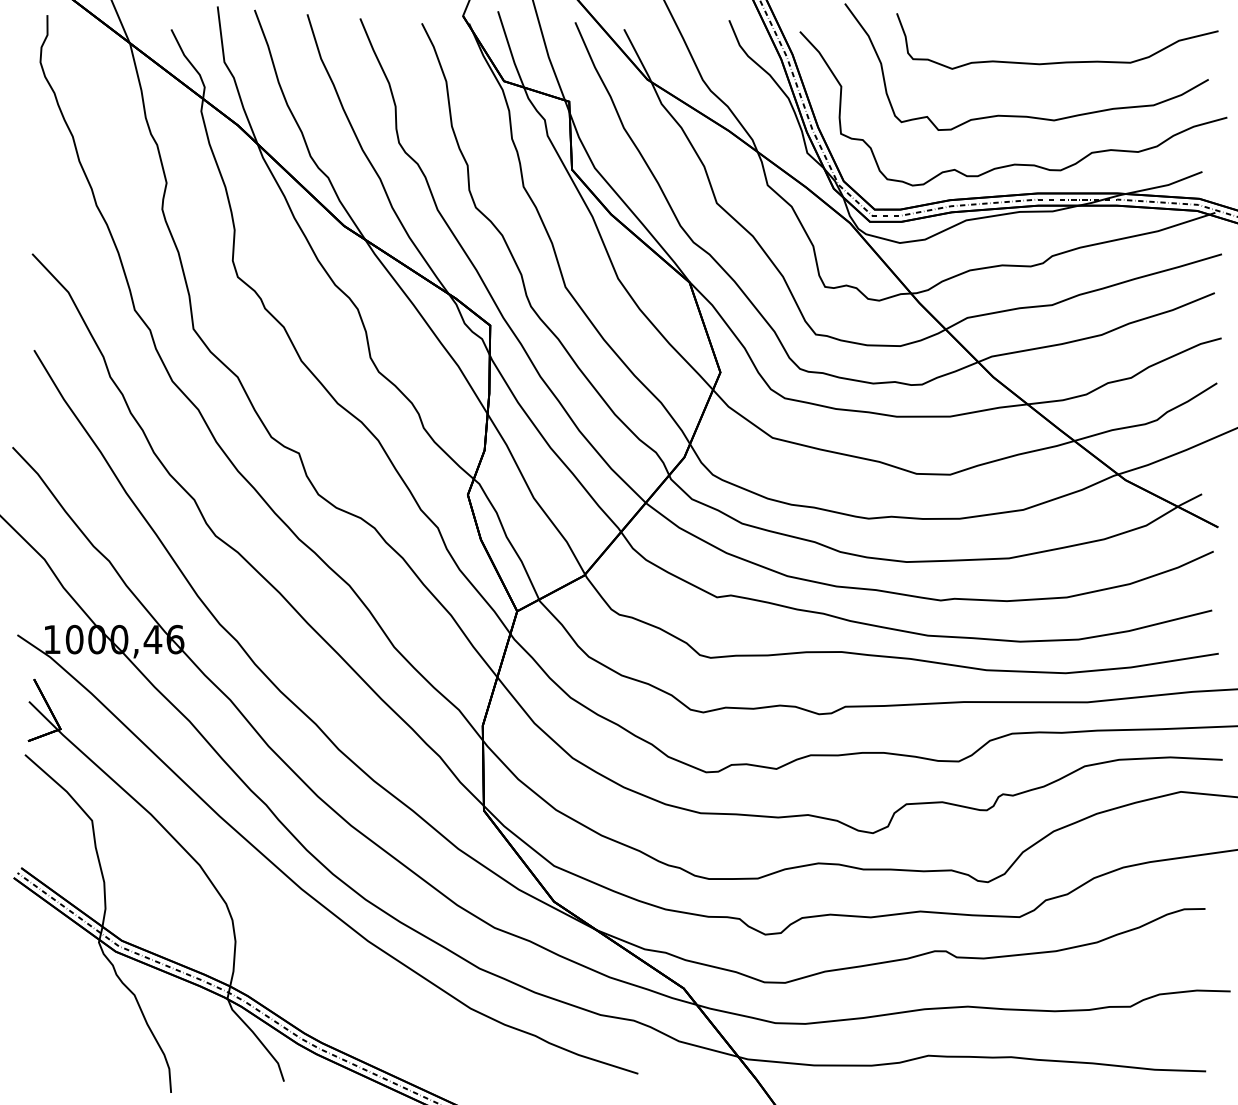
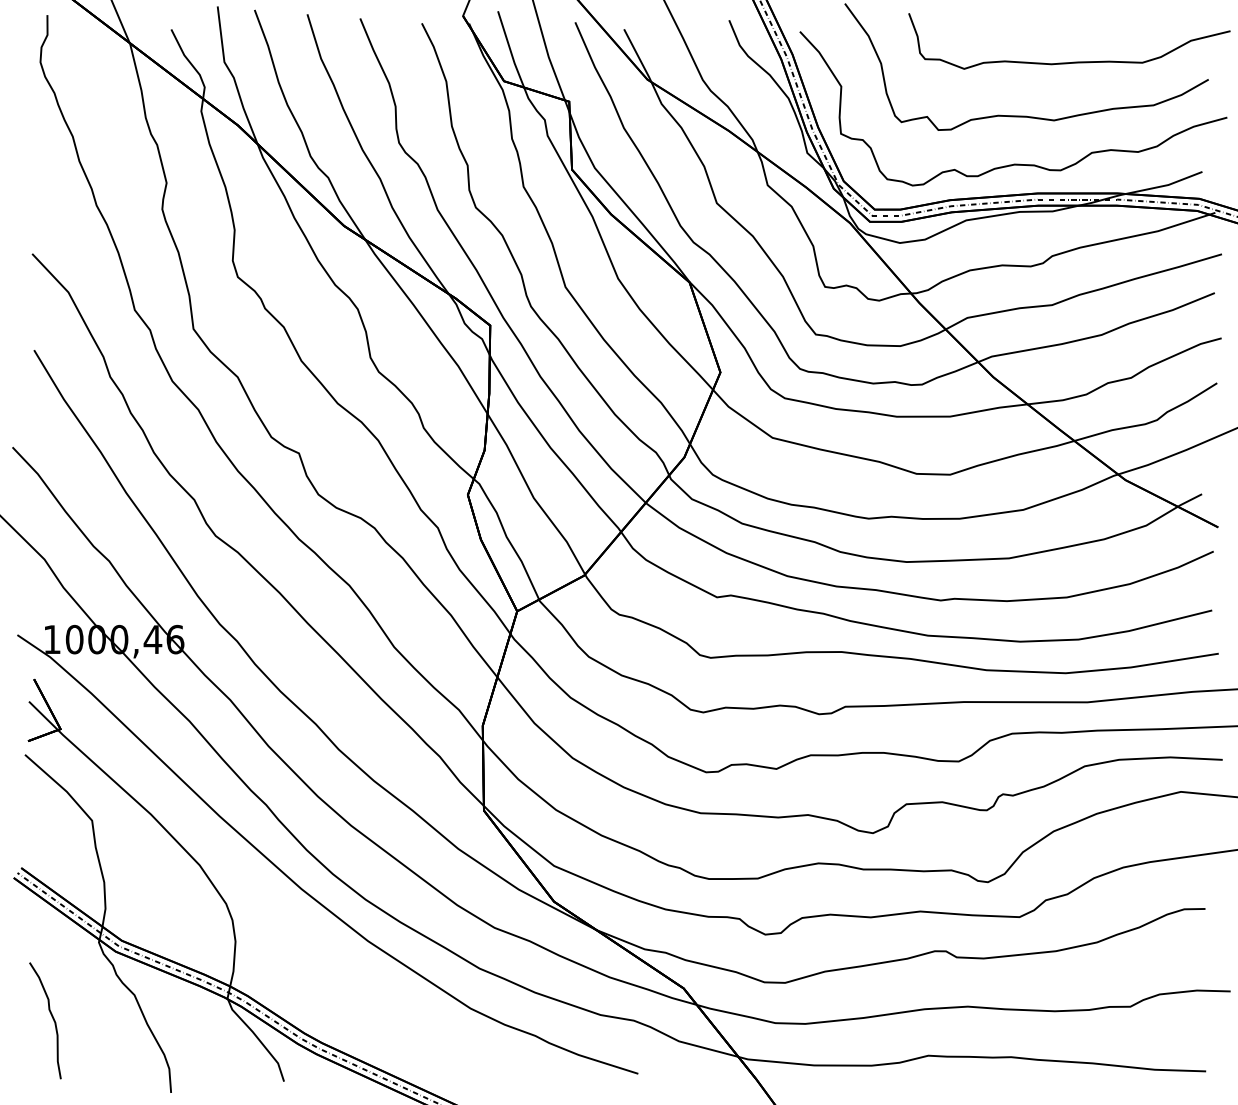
curve at (1061, 61) position: (1061, 61) -> (1073, 61)
curve at (52, 1019): none -> present
